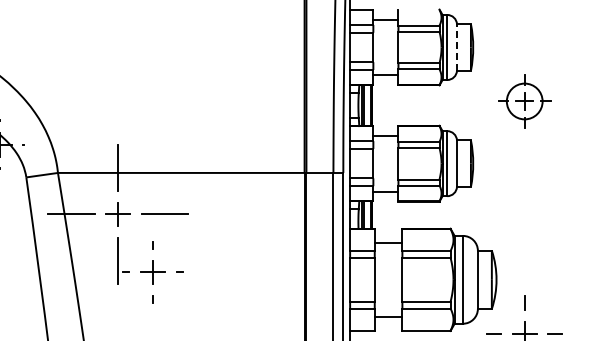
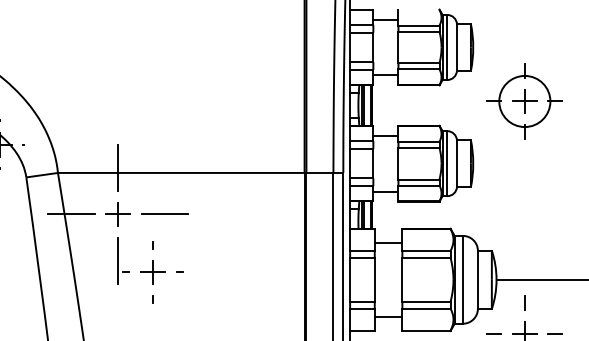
line at (457, 47): dashed -> solid
part at (524, 101) size: 54x55 px -> 77x77 px
line at (540, 280): none -> present
